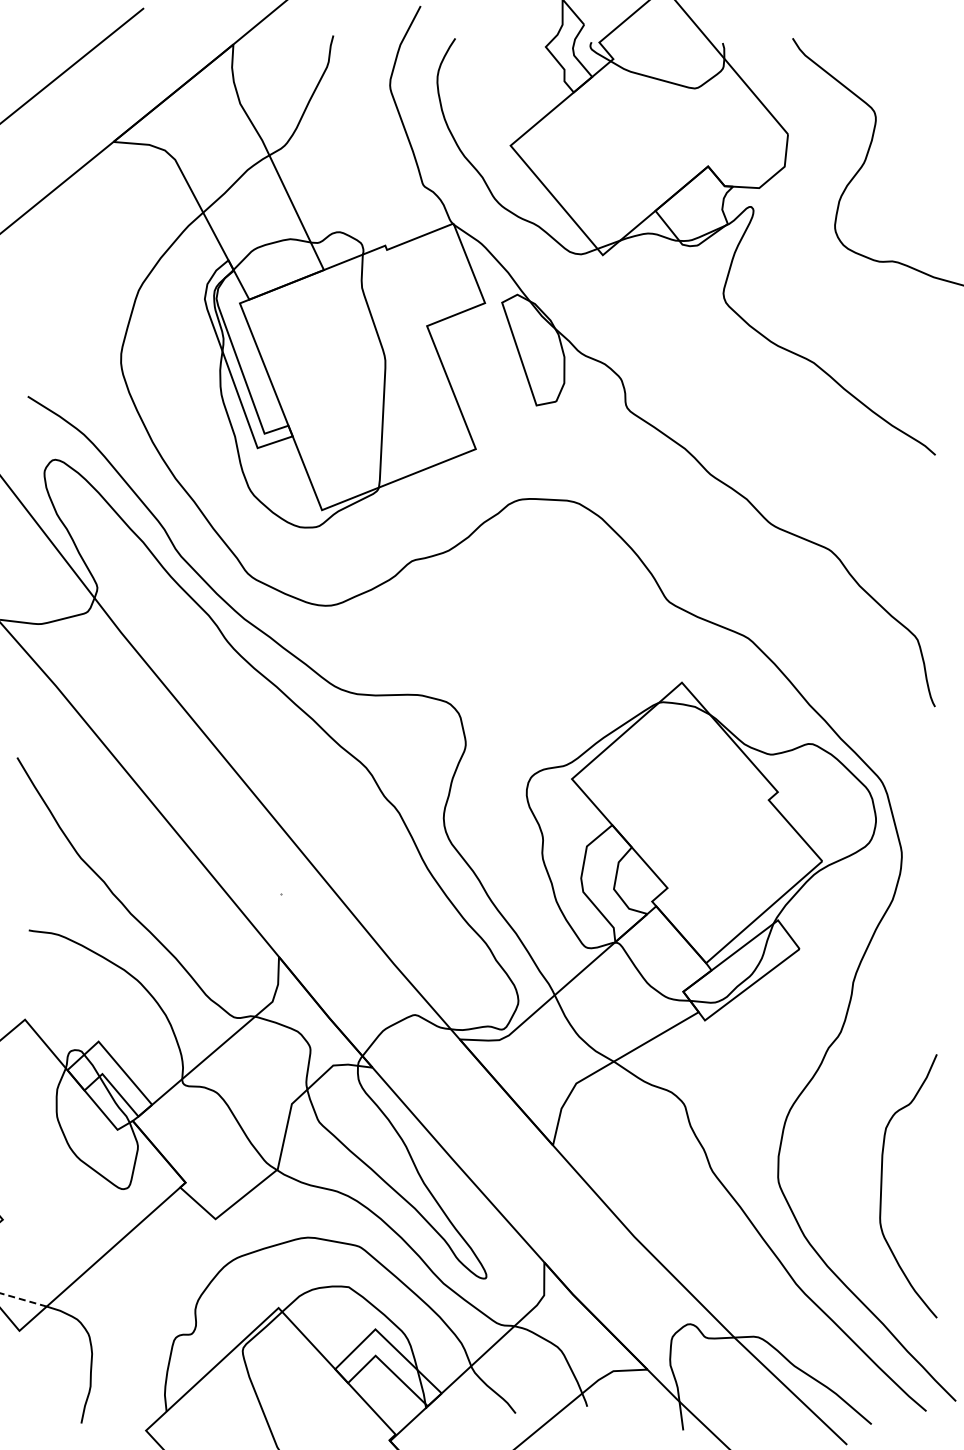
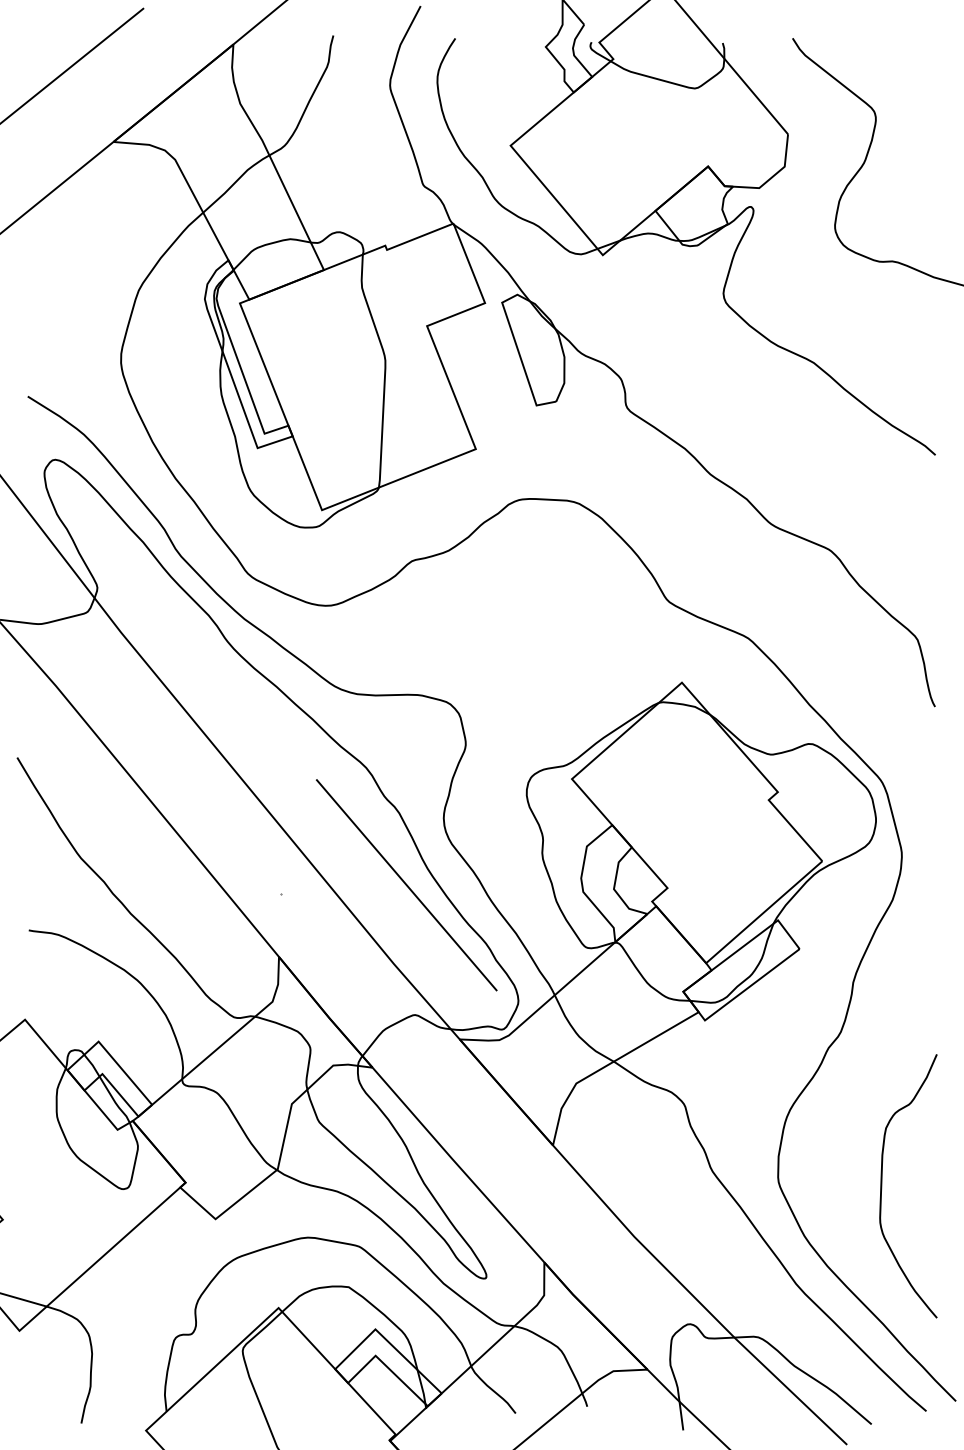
line at (406, 885): none -> present
line at (22, 1299): dashed -> solid
